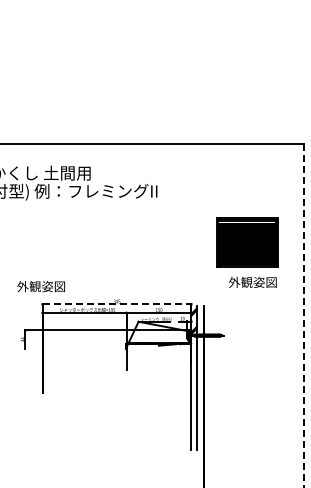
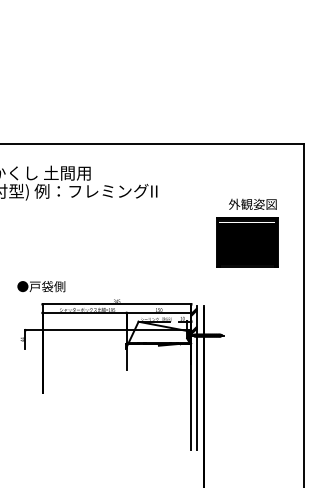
text at (252, 281) position: (252, 281) -> (252, 203)
text at (41, 286): 外観姿図 -> ●戸袋側
line at (117, 304): dashed -> solid
line at (304, 315): dashed -> solid
